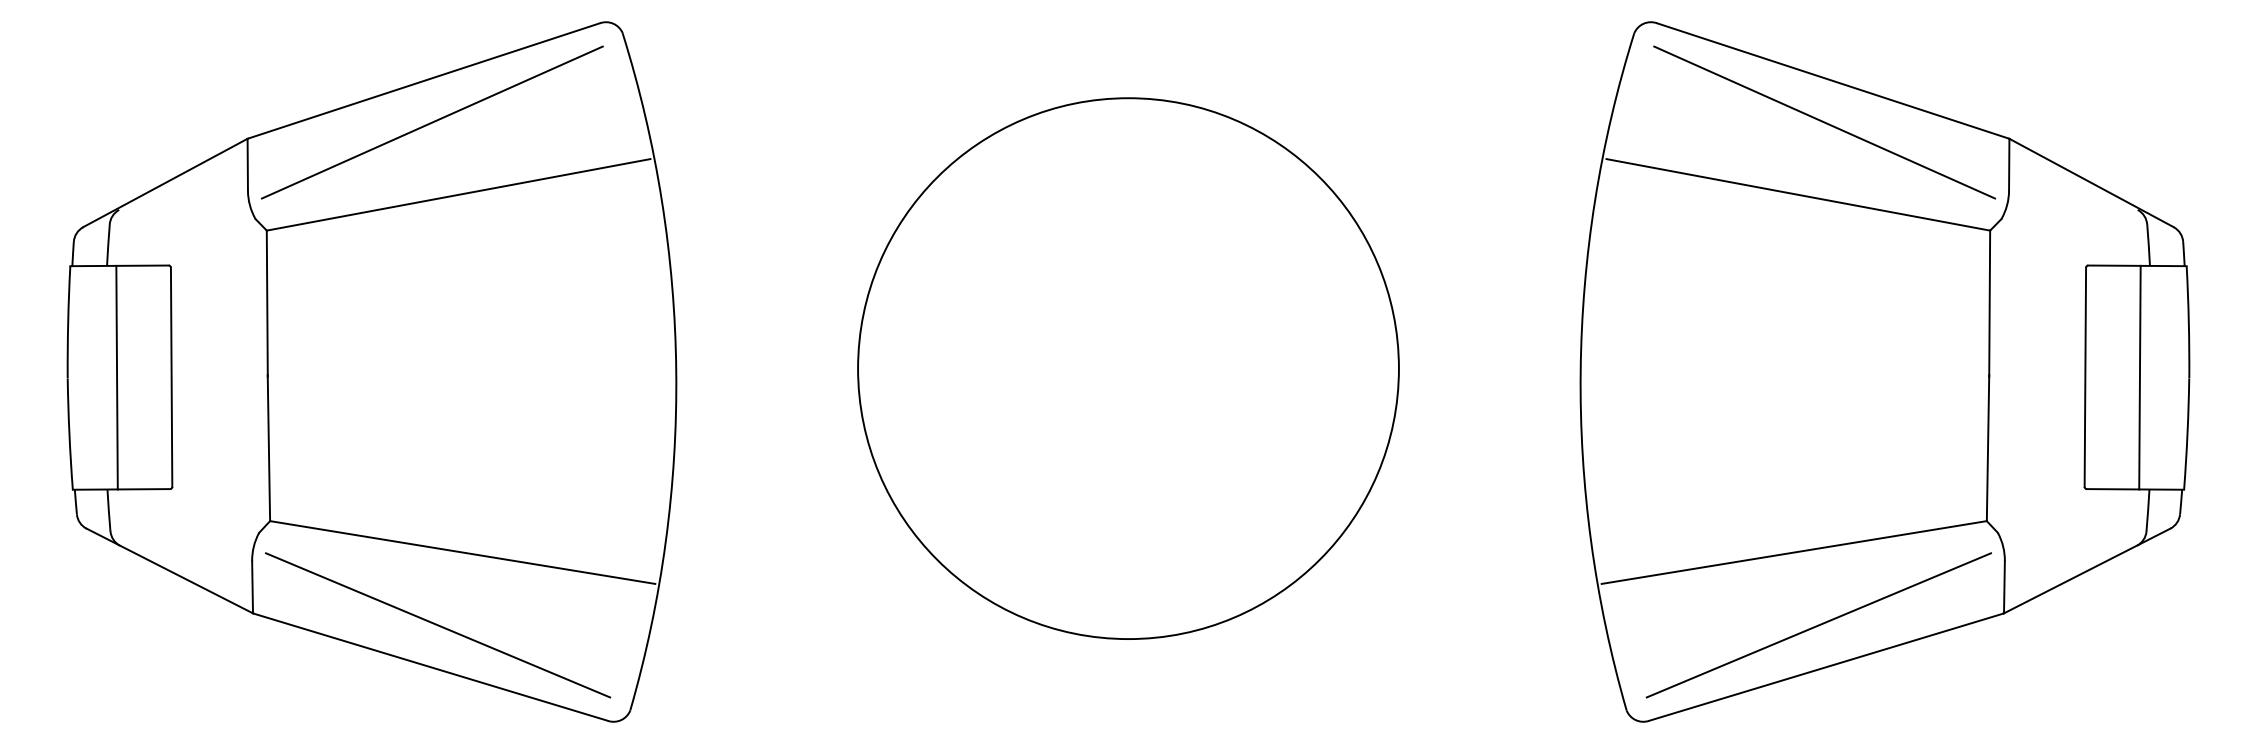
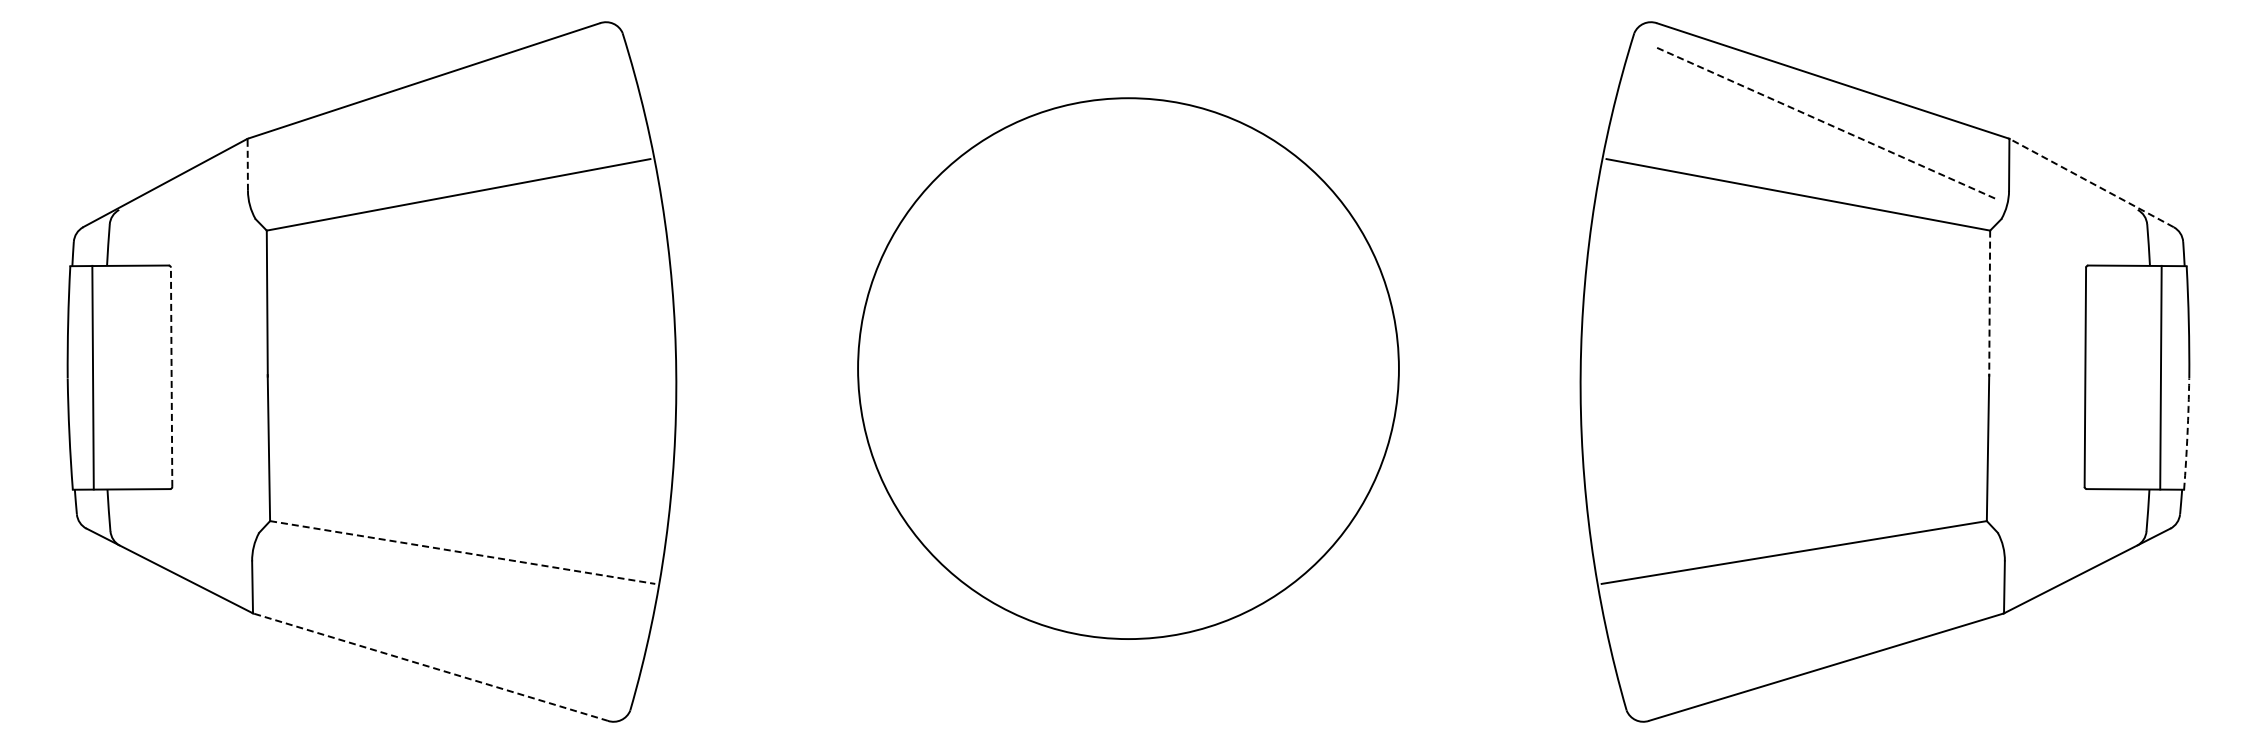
line at (431, 122): present -> none
line at (1824, 122): solid -> dashed
line at (247, 164): solid -> dashed
line at (2092, 183): solid -> dashed
line at (1989, 304): solid -> dashed
line at (116, 377) position: (116, 377) -> (92, 377)
line at (171, 377): solid -> dashed
line at (2139, 377) position: (2139, 377) -> (2160, 377)
arc at (2187, 434): solid -> dashed
line at (463, 552): solid -> dashed
line at (438, 625): present -> none
line at (1818, 625): present -> none
line at (431, 667): solid -> dashed
